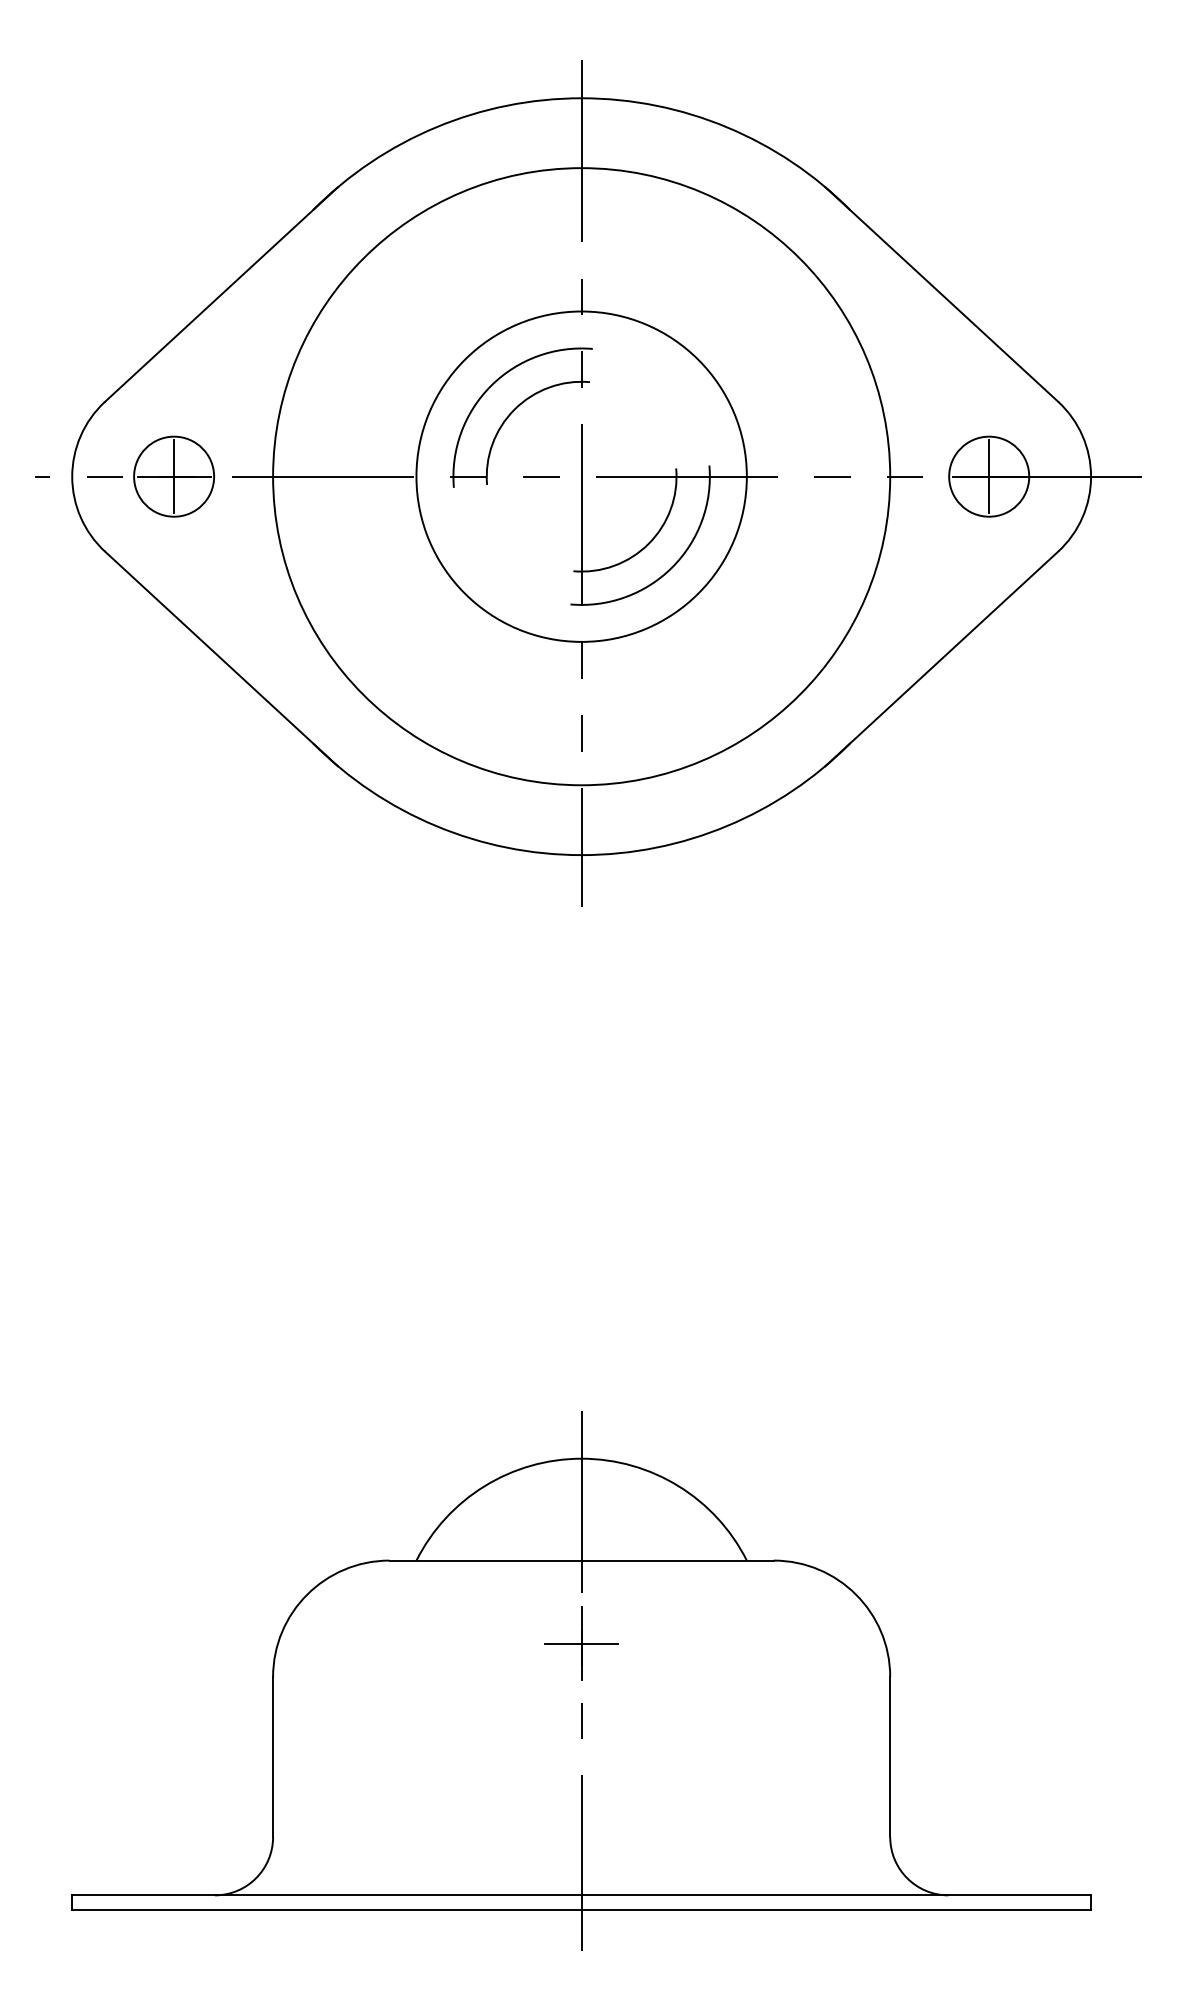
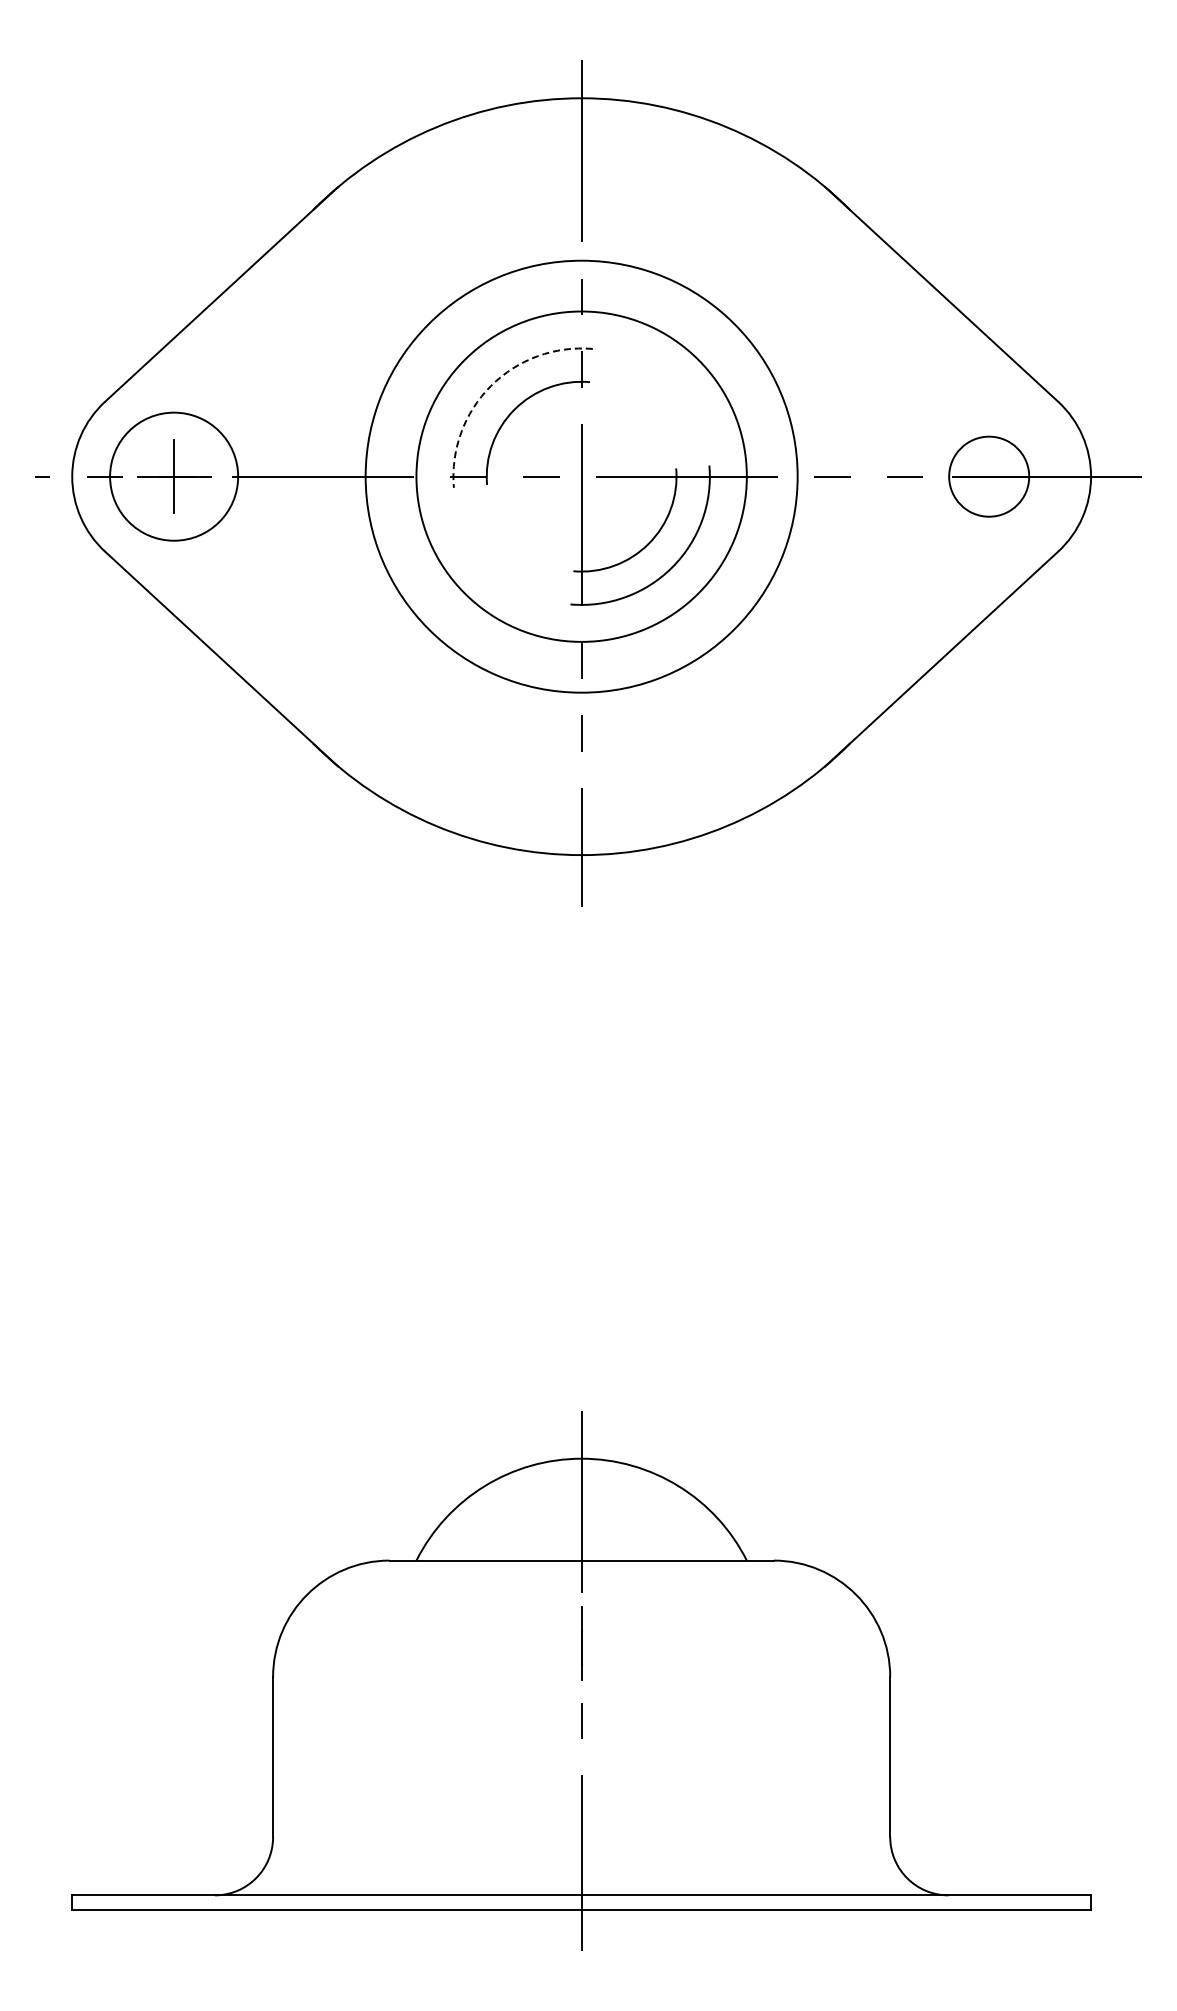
arc at (490, 386): solid -> dashed
circle at (174, 476) diameter: 80 px -> 128 px
circle at (581, 476) diameter: 617 px -> 432 px
line at (989, 476): present -> none
line at (581, 1643): present -> none
